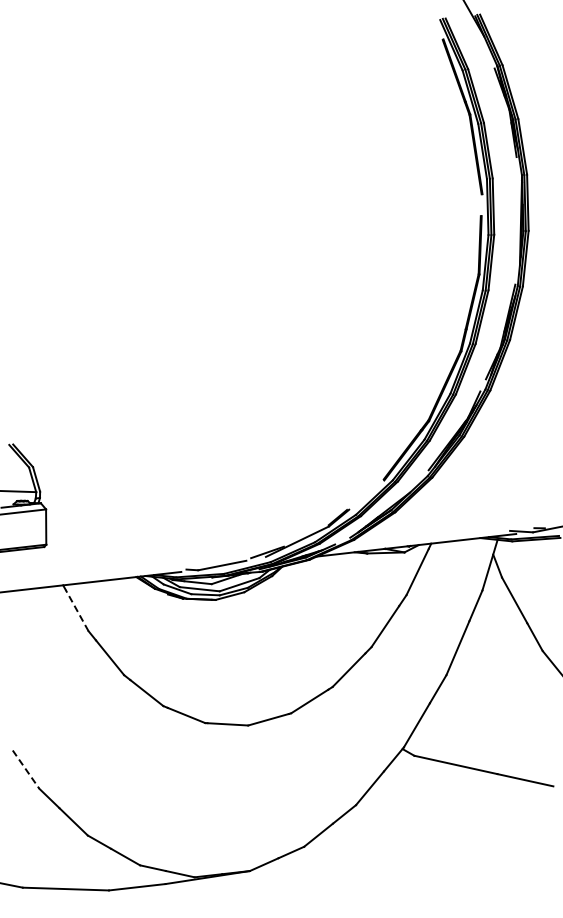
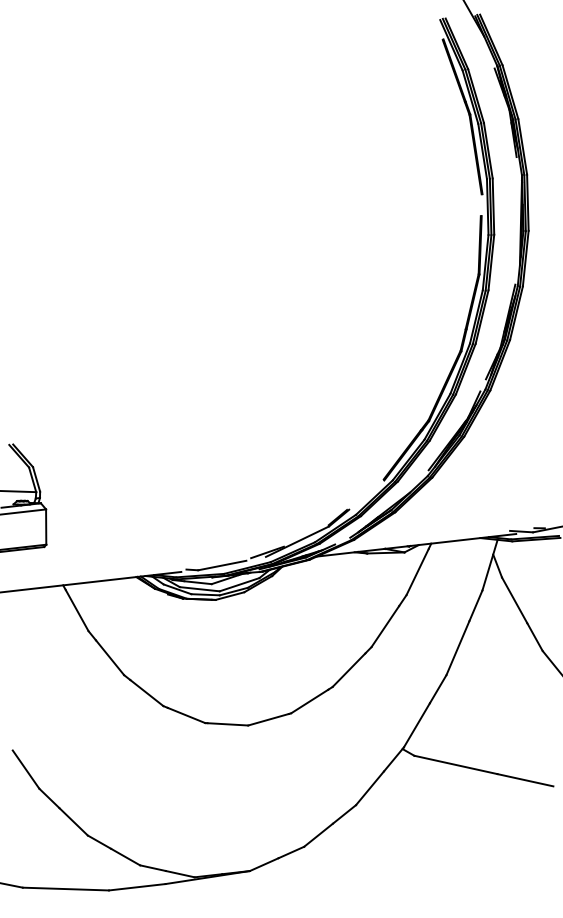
line at (76, 610): dashed -> solid
line at (26, 770): dashed -> solid
